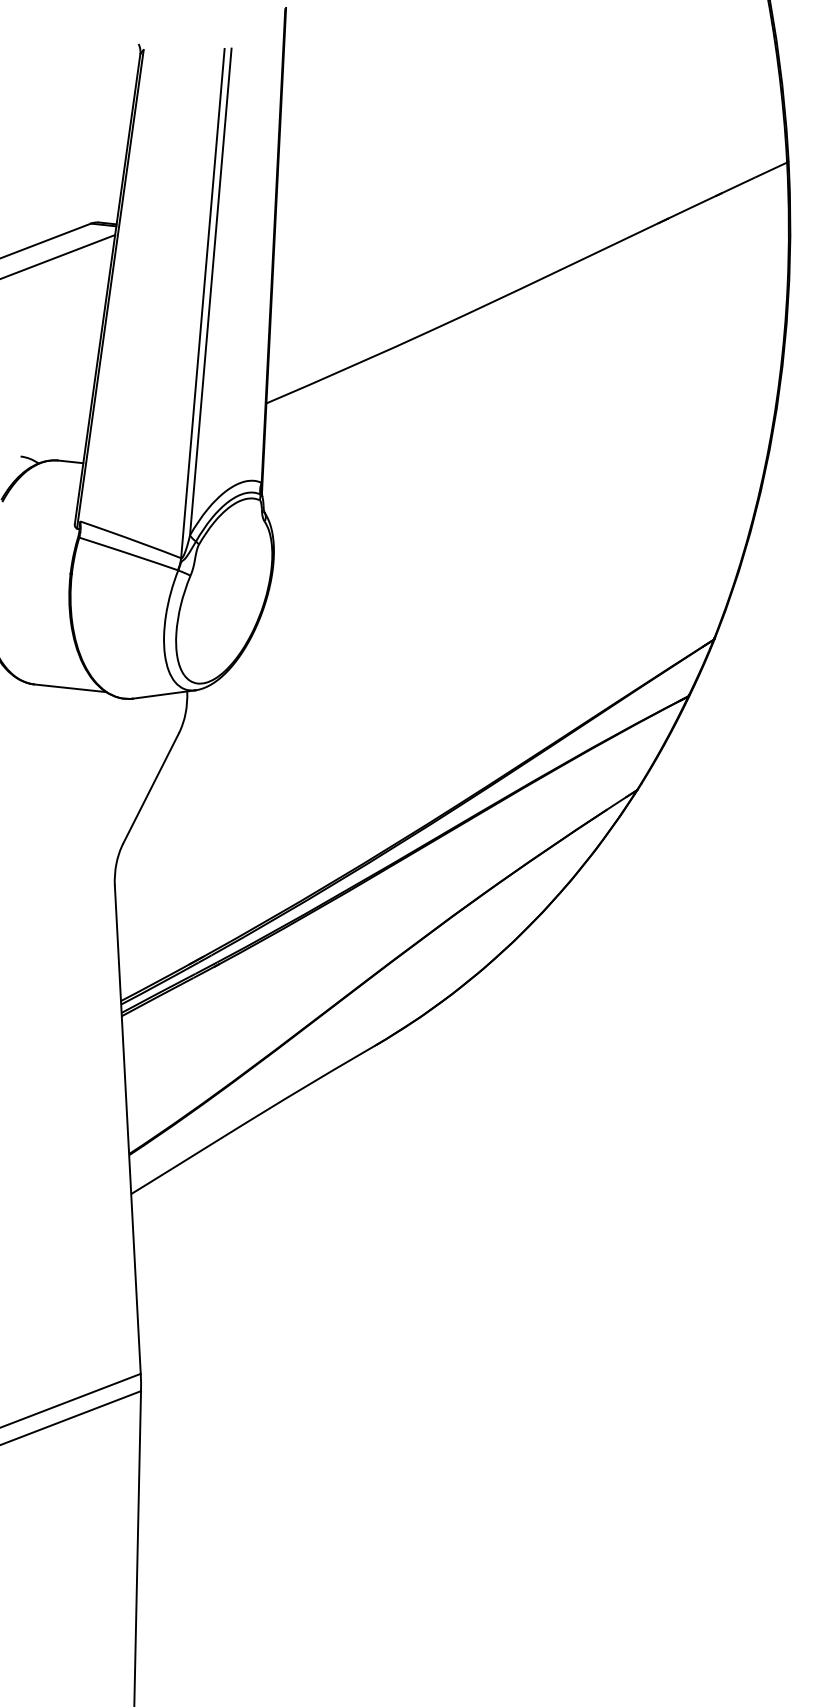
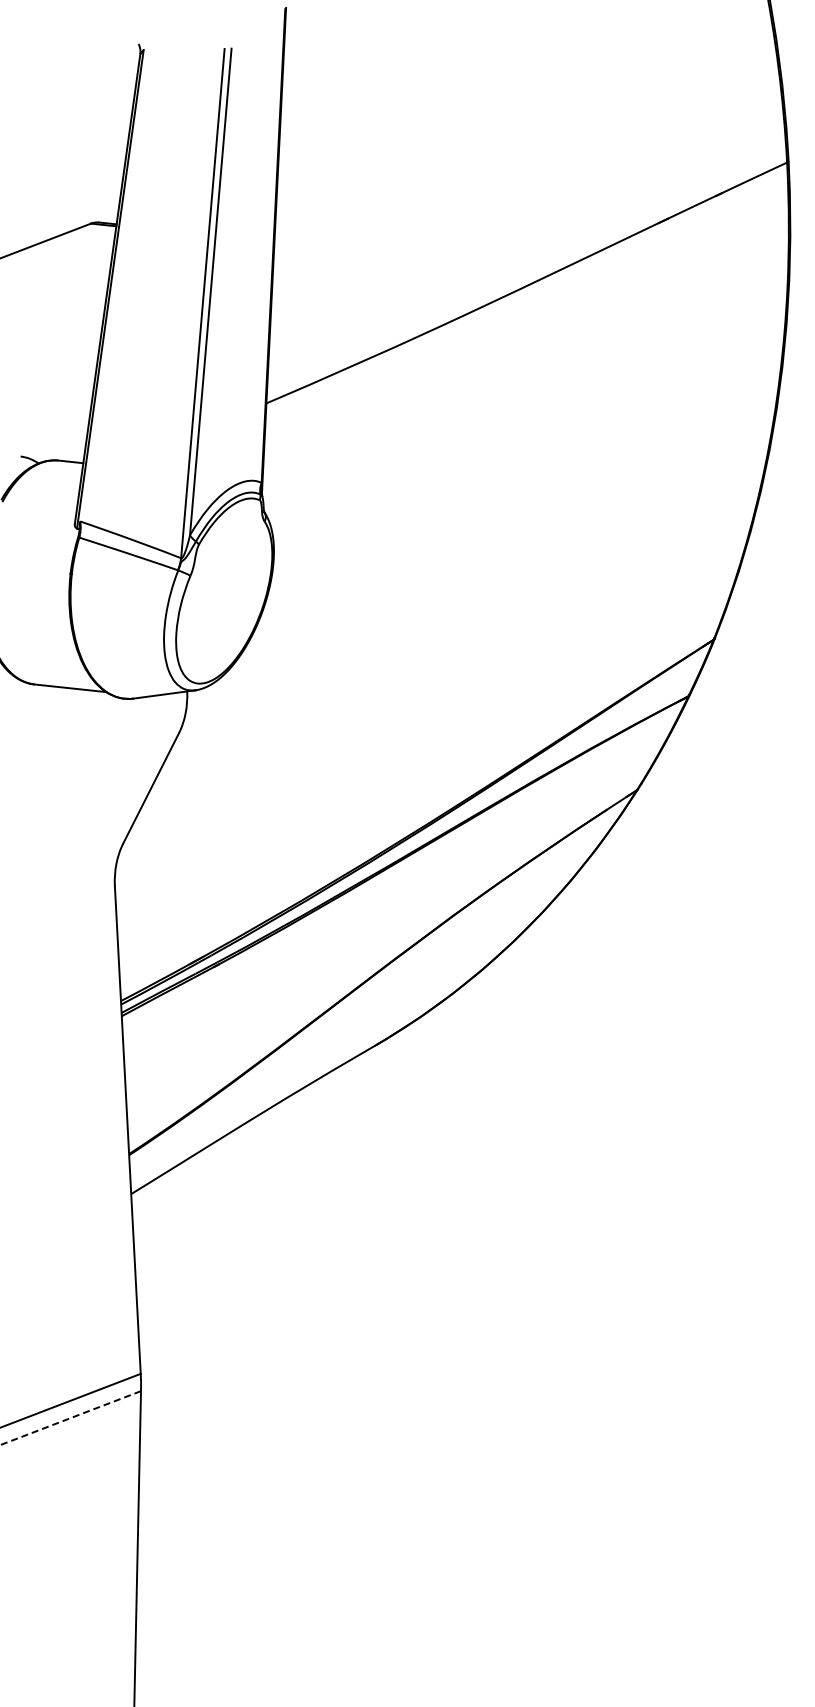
line at (58, 256): present -> none
line at (70, 1418): solid -> dashed
